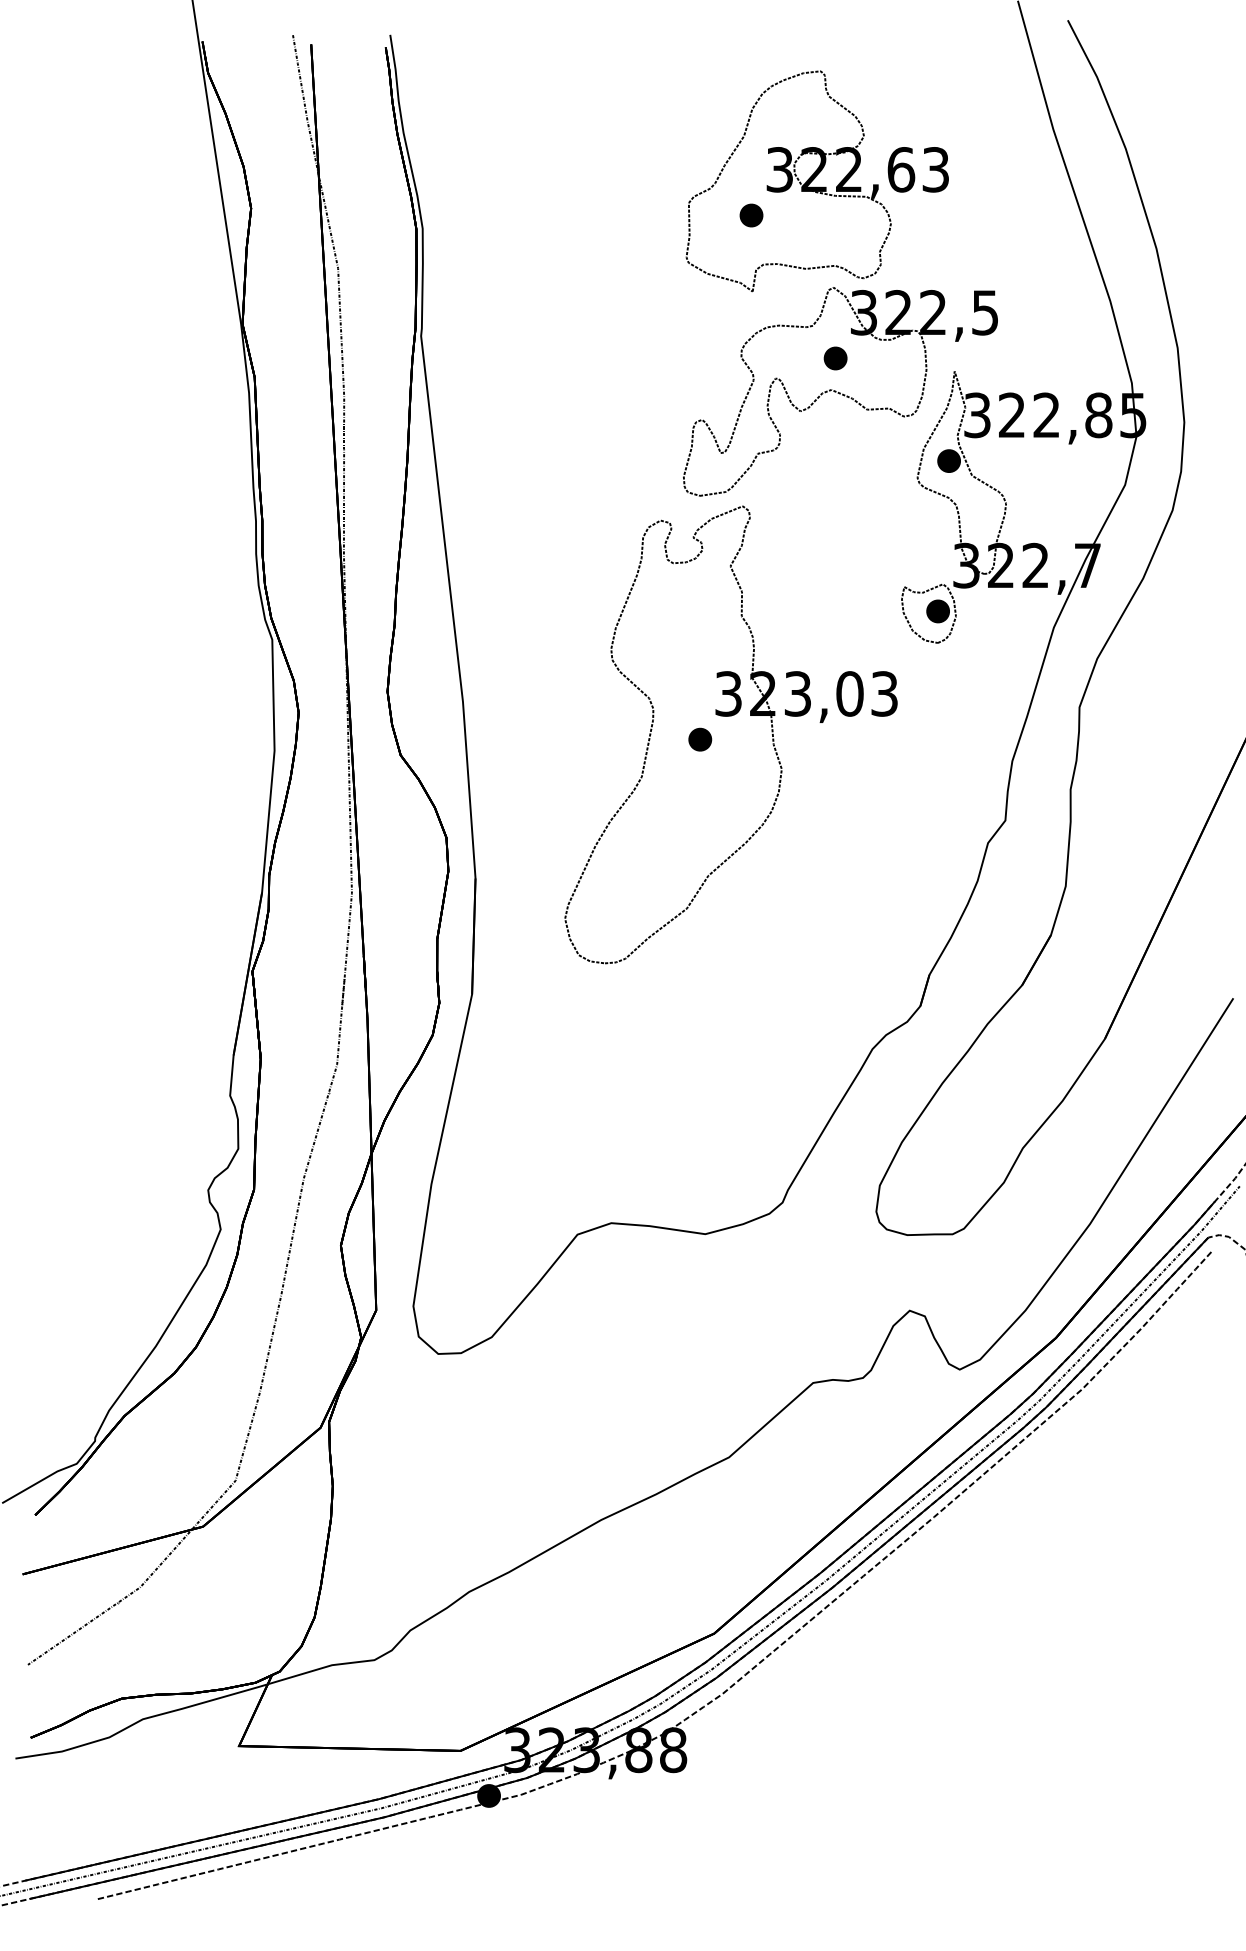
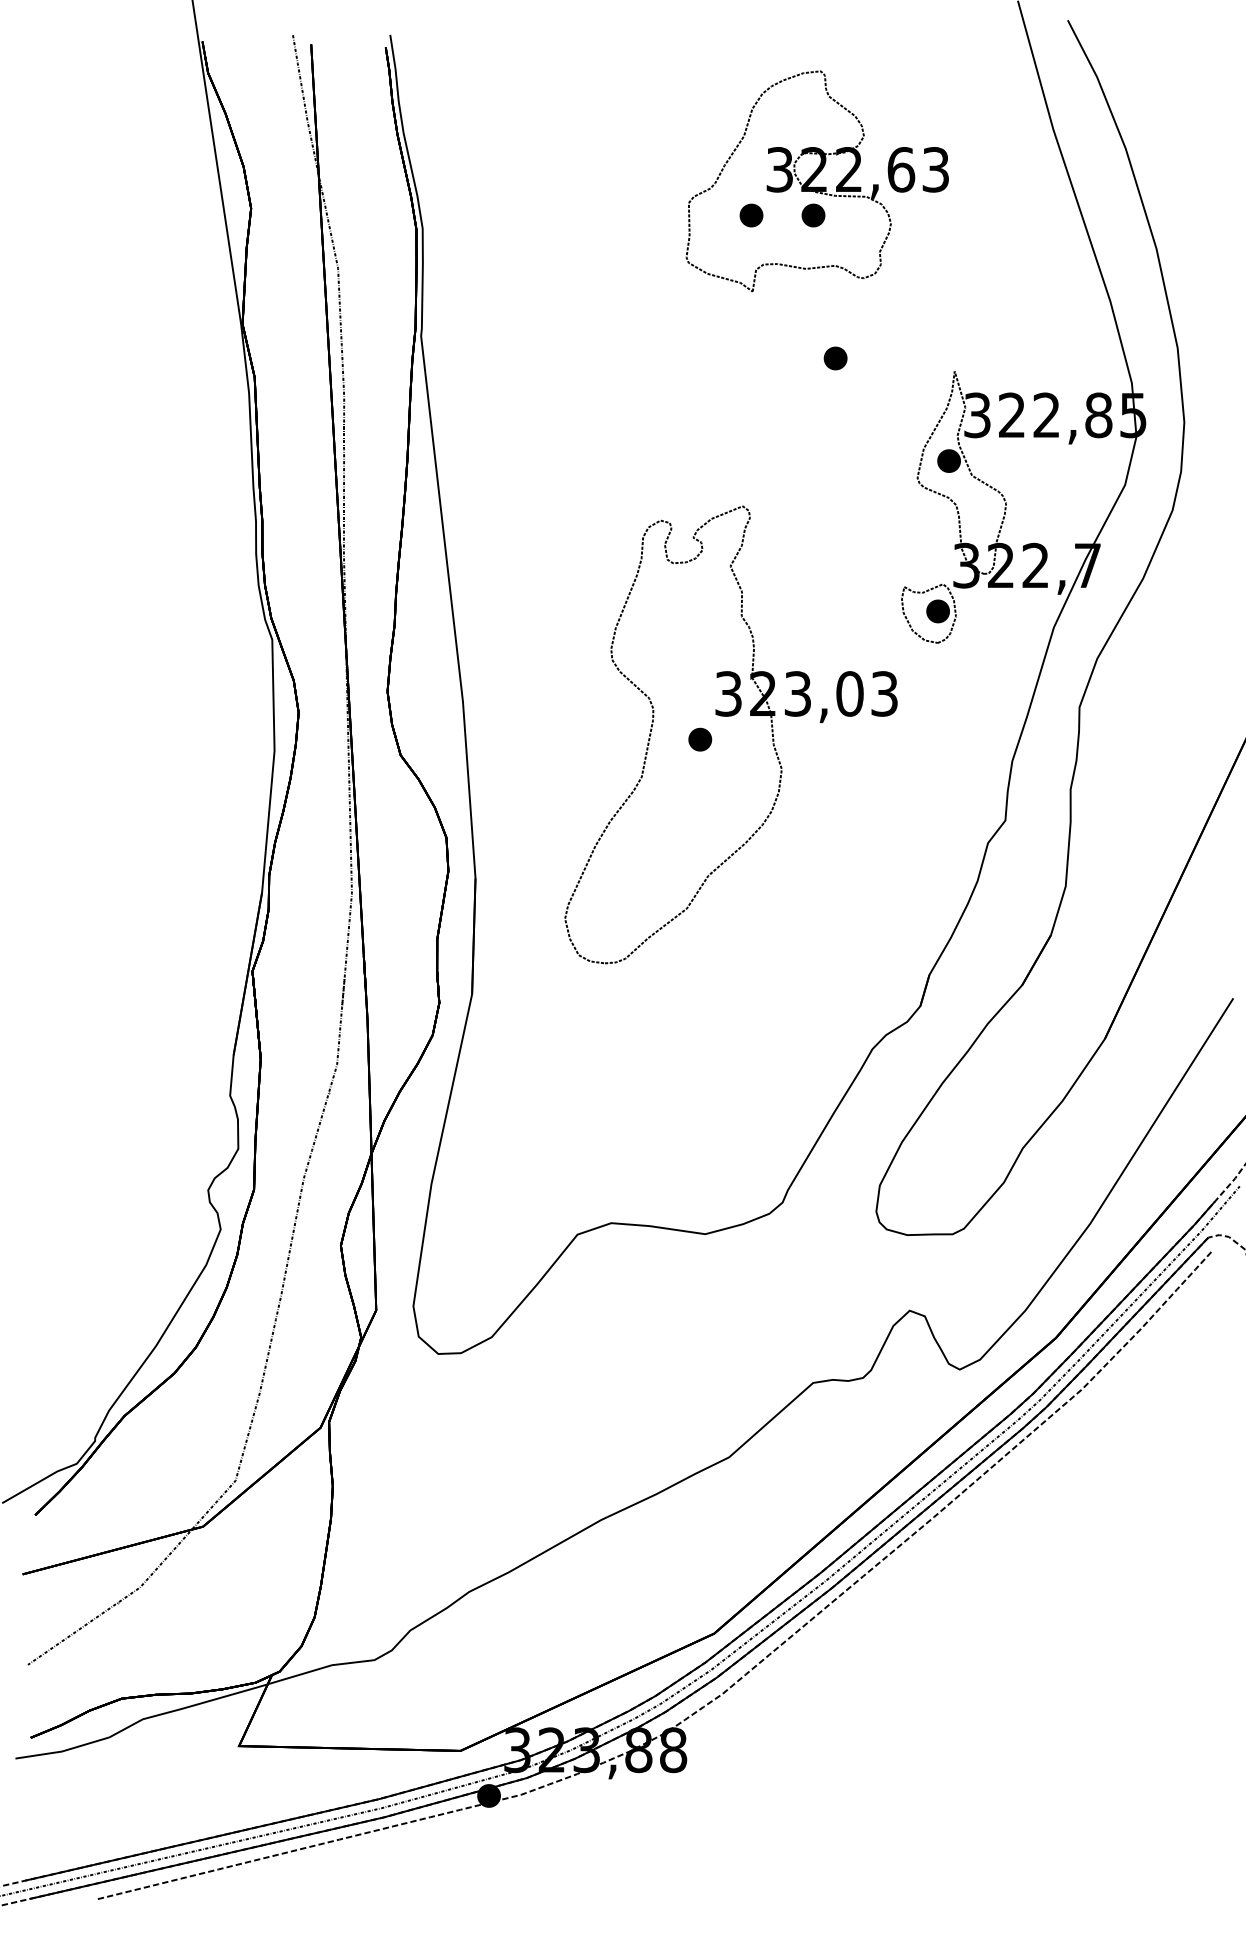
part at (813, 215): none -> present
part at (840, 391): present -> none
